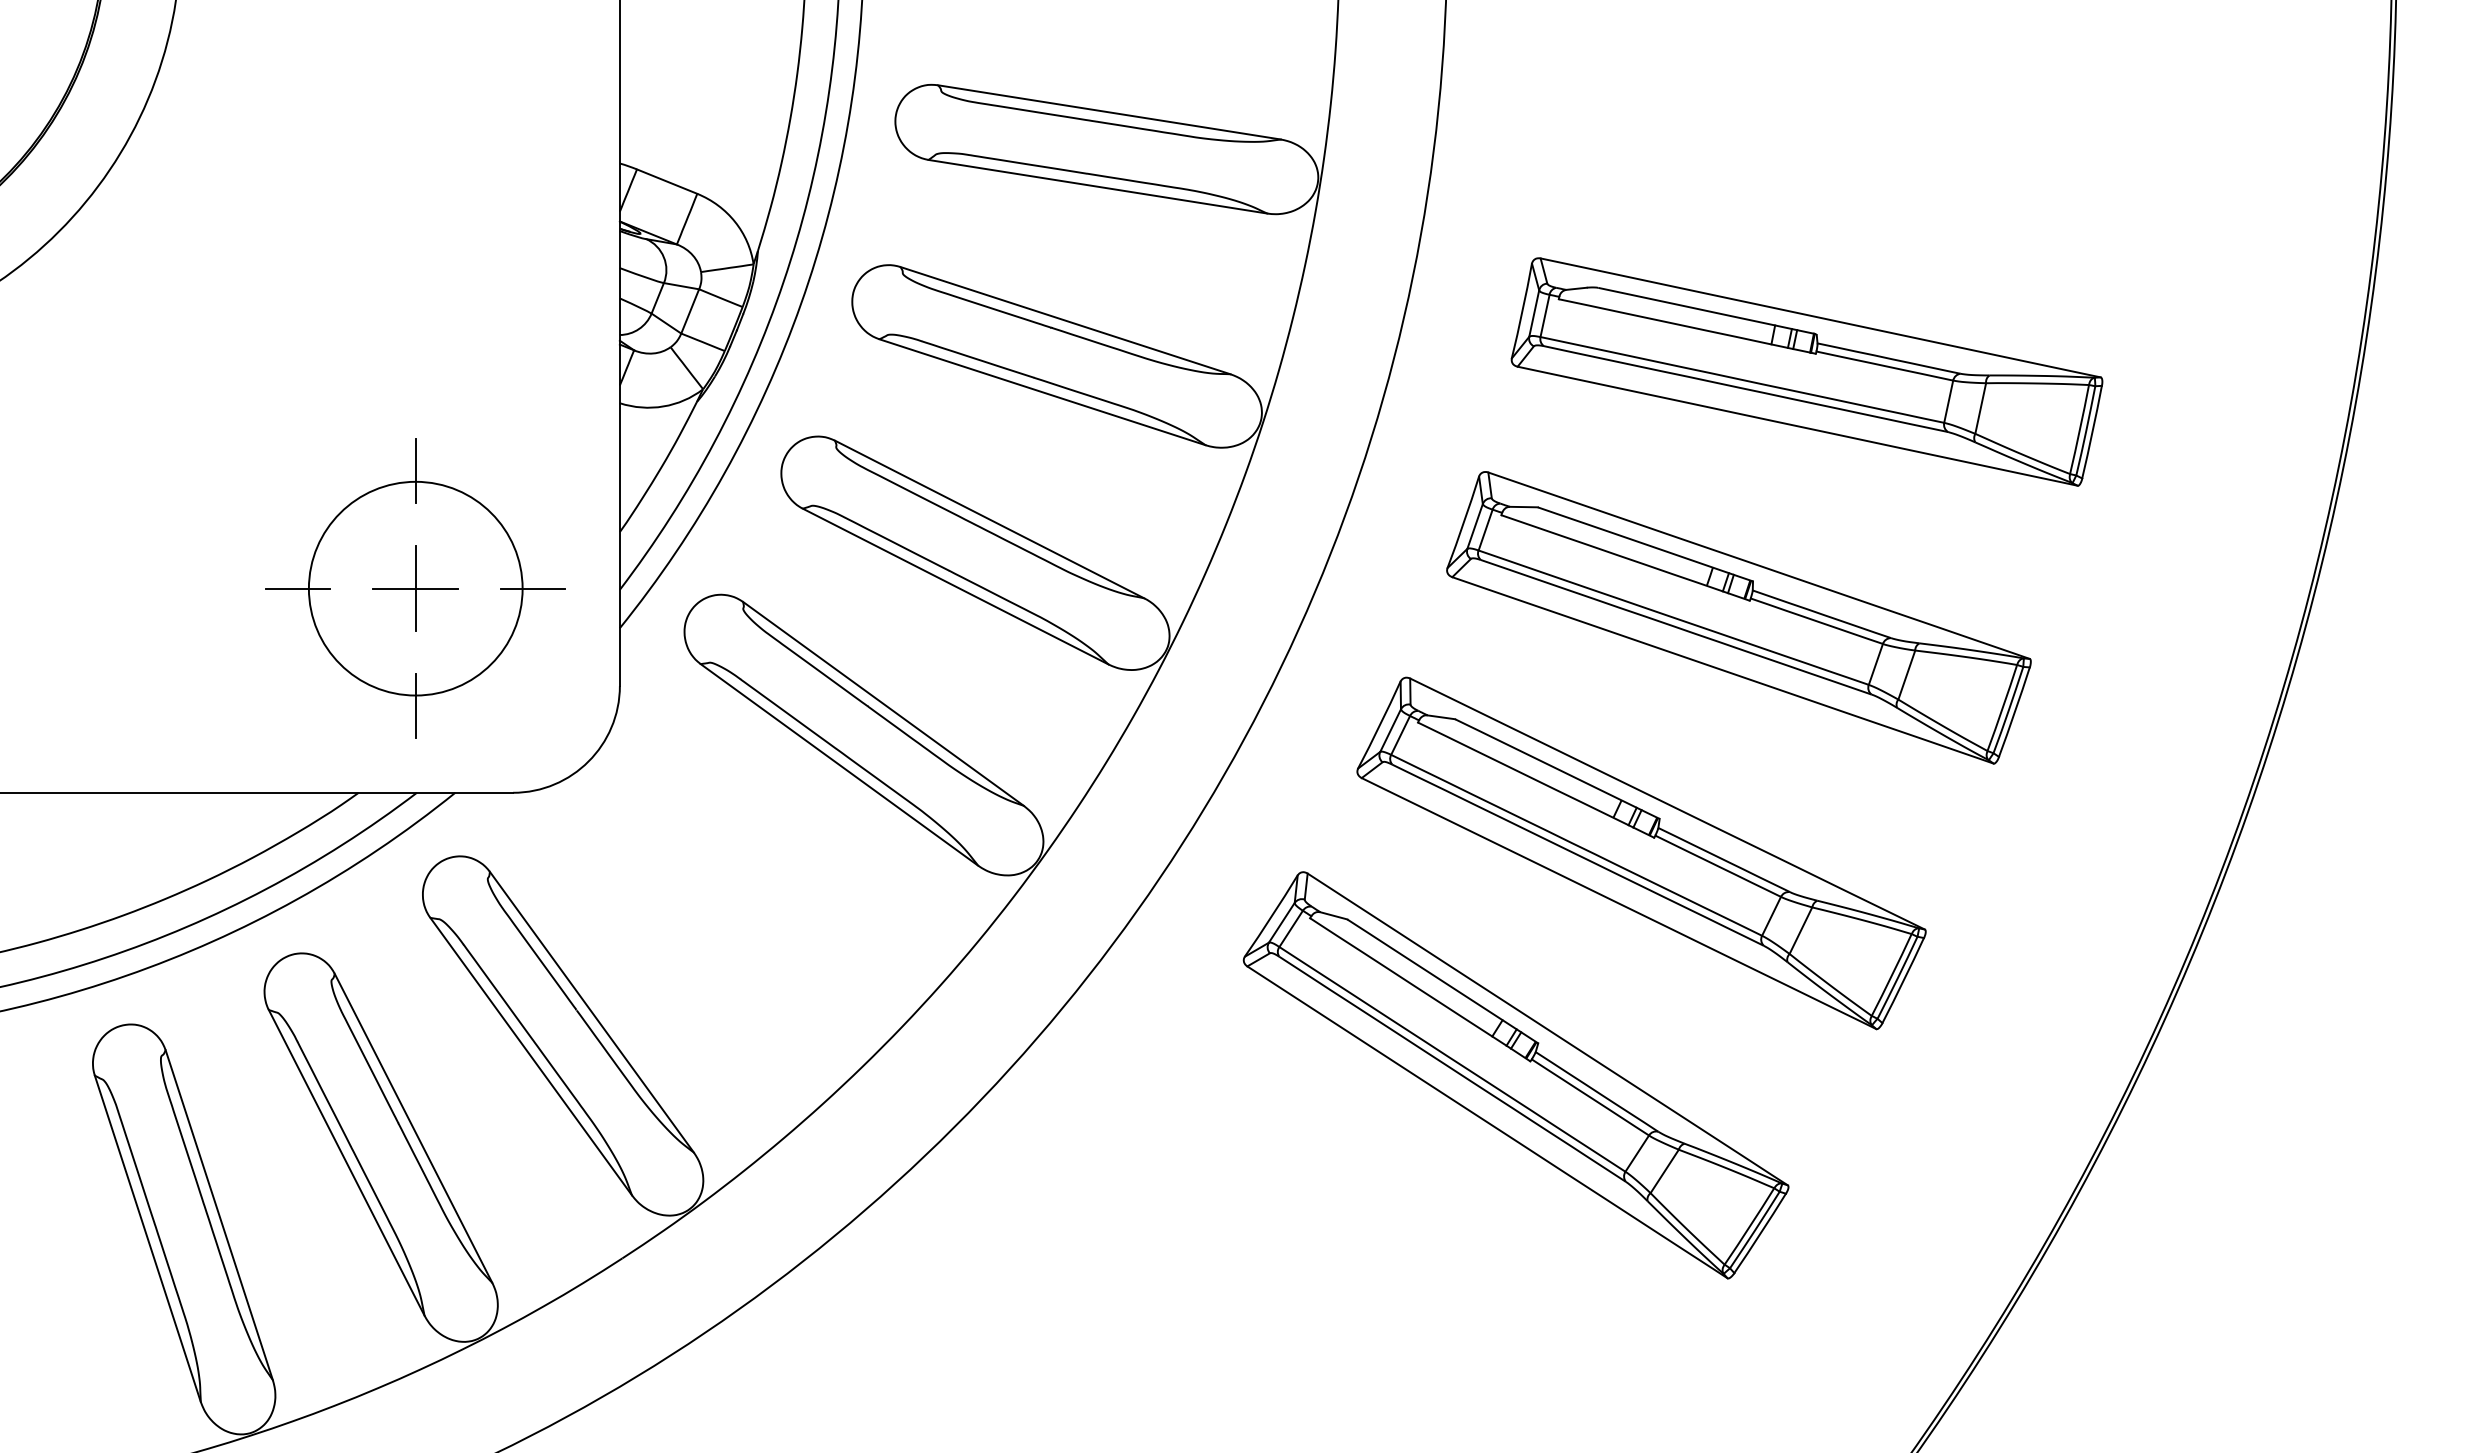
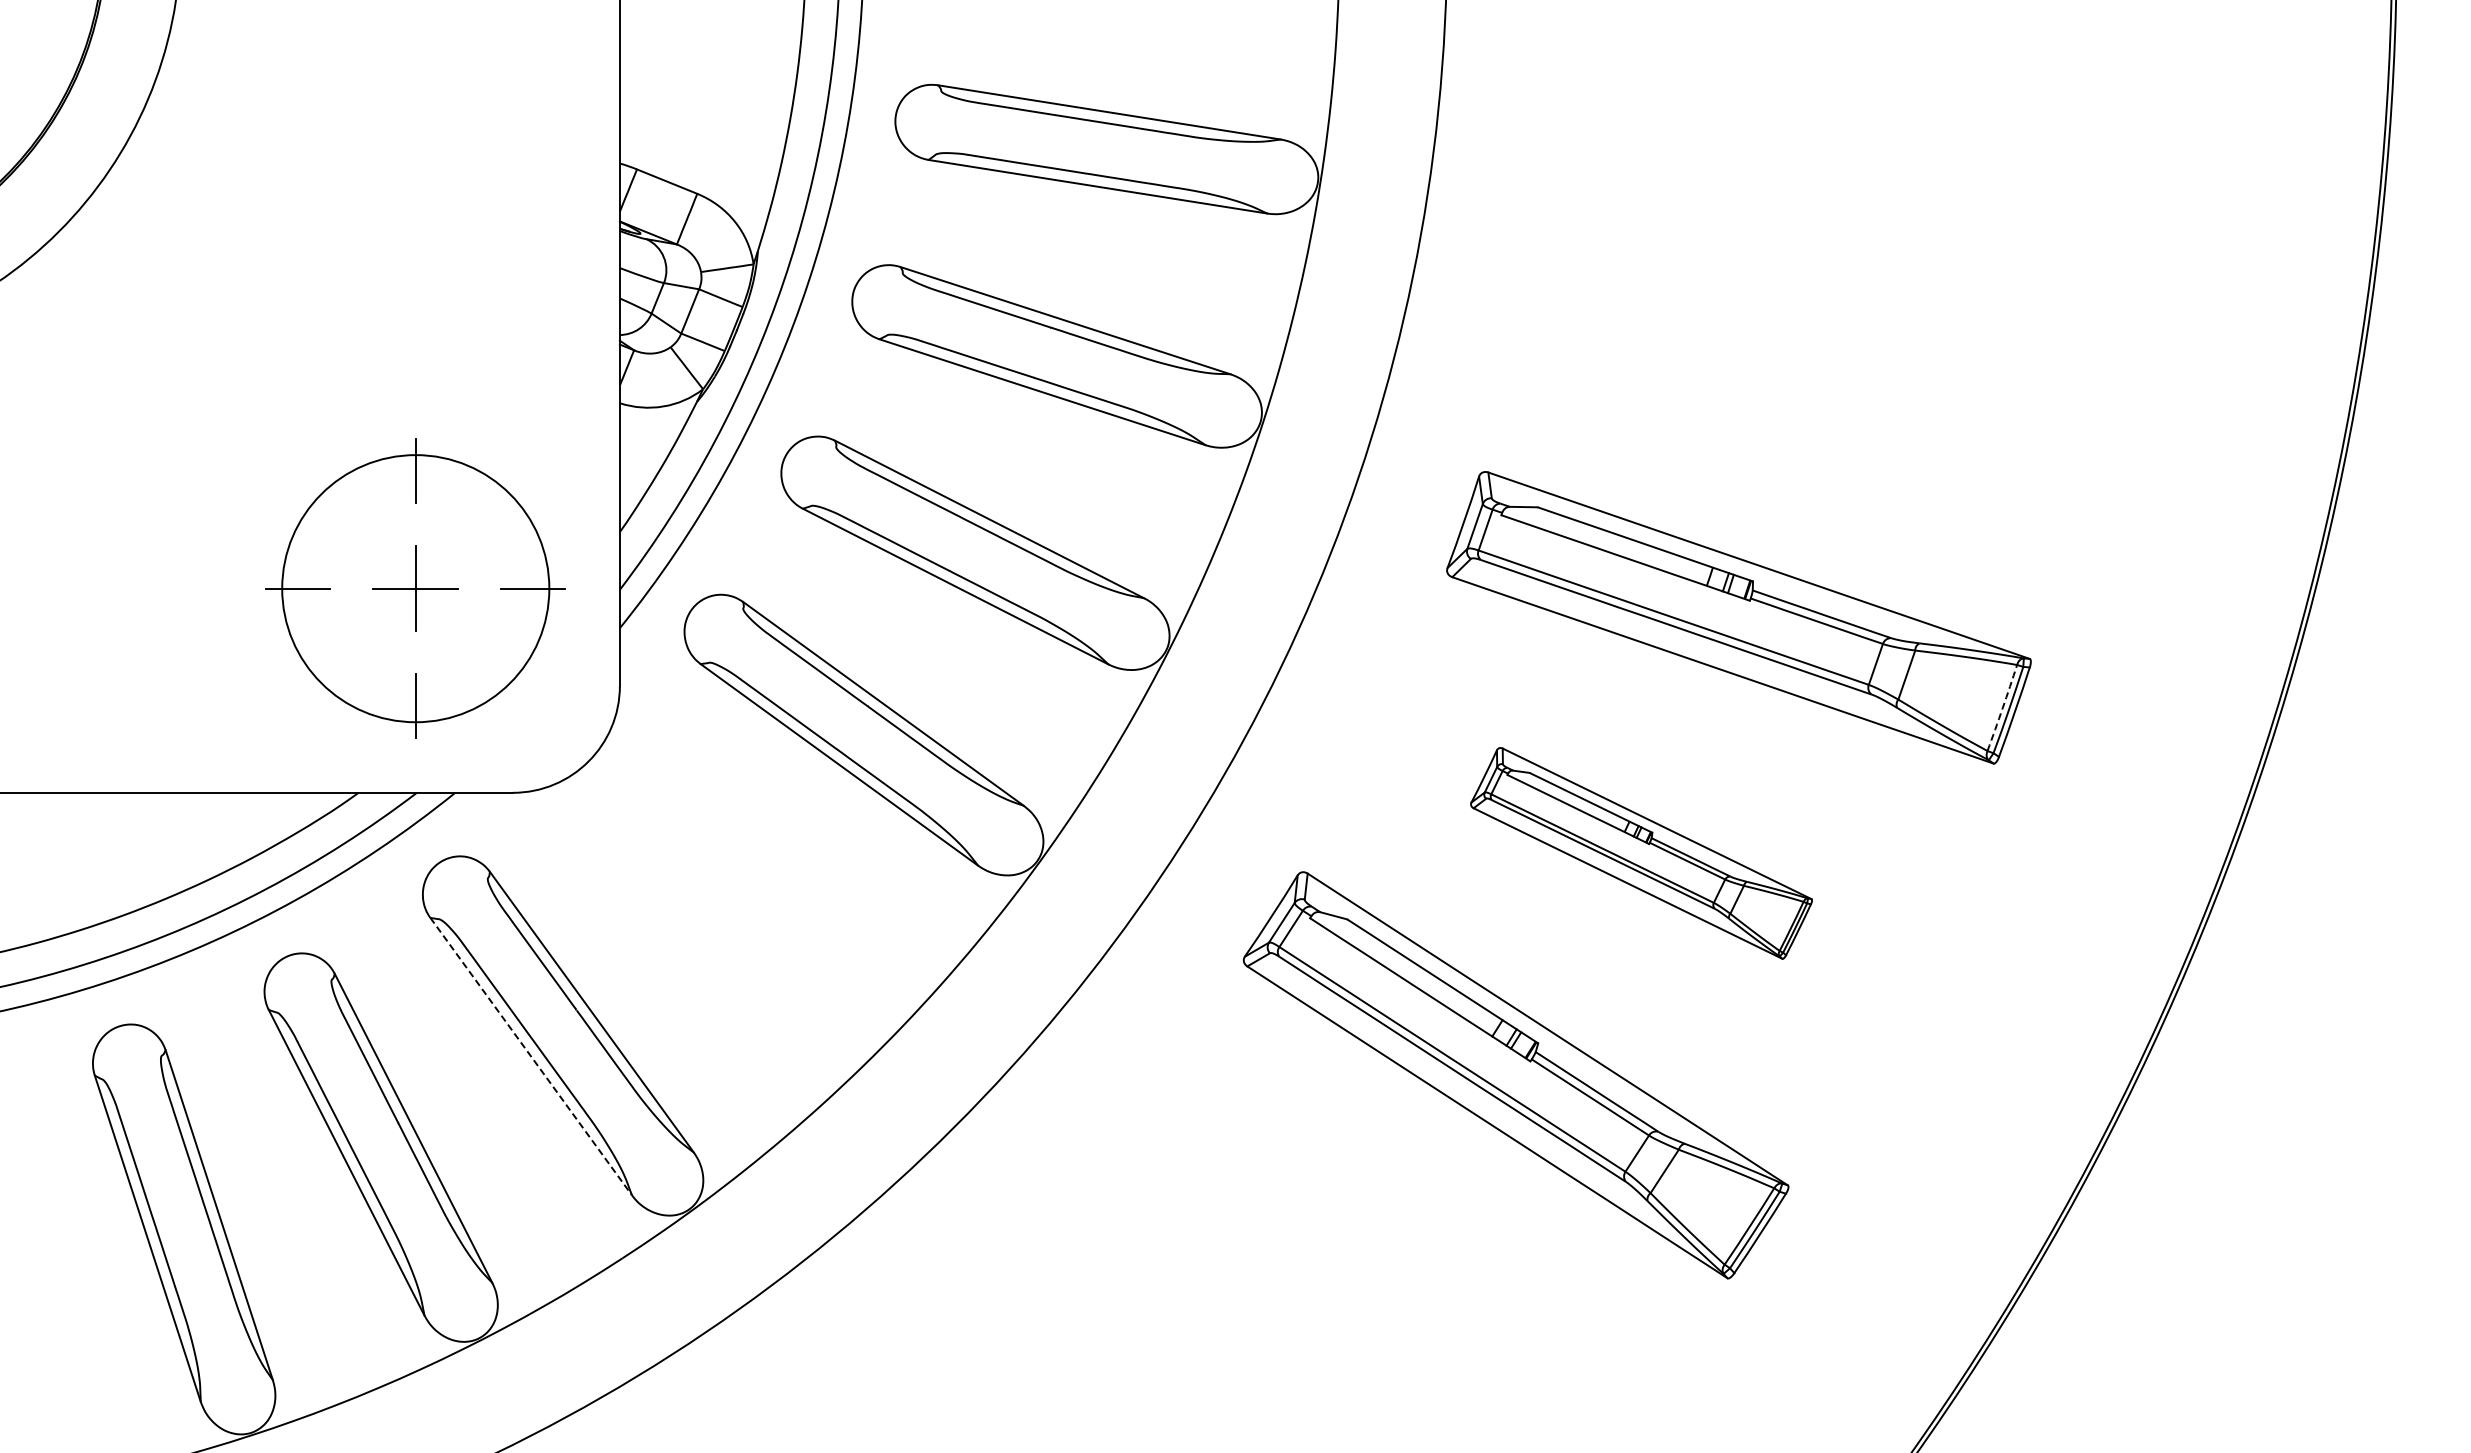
part at (1806, 371): present -> none
circle at (415, 588) diameter: 214 px -> 267 px
arc at (2002, 708): solid -> dashed
part at (1641, 853) size: 571x355 px -> 343x213 px
line at (531, 1056): solid -> dashed
